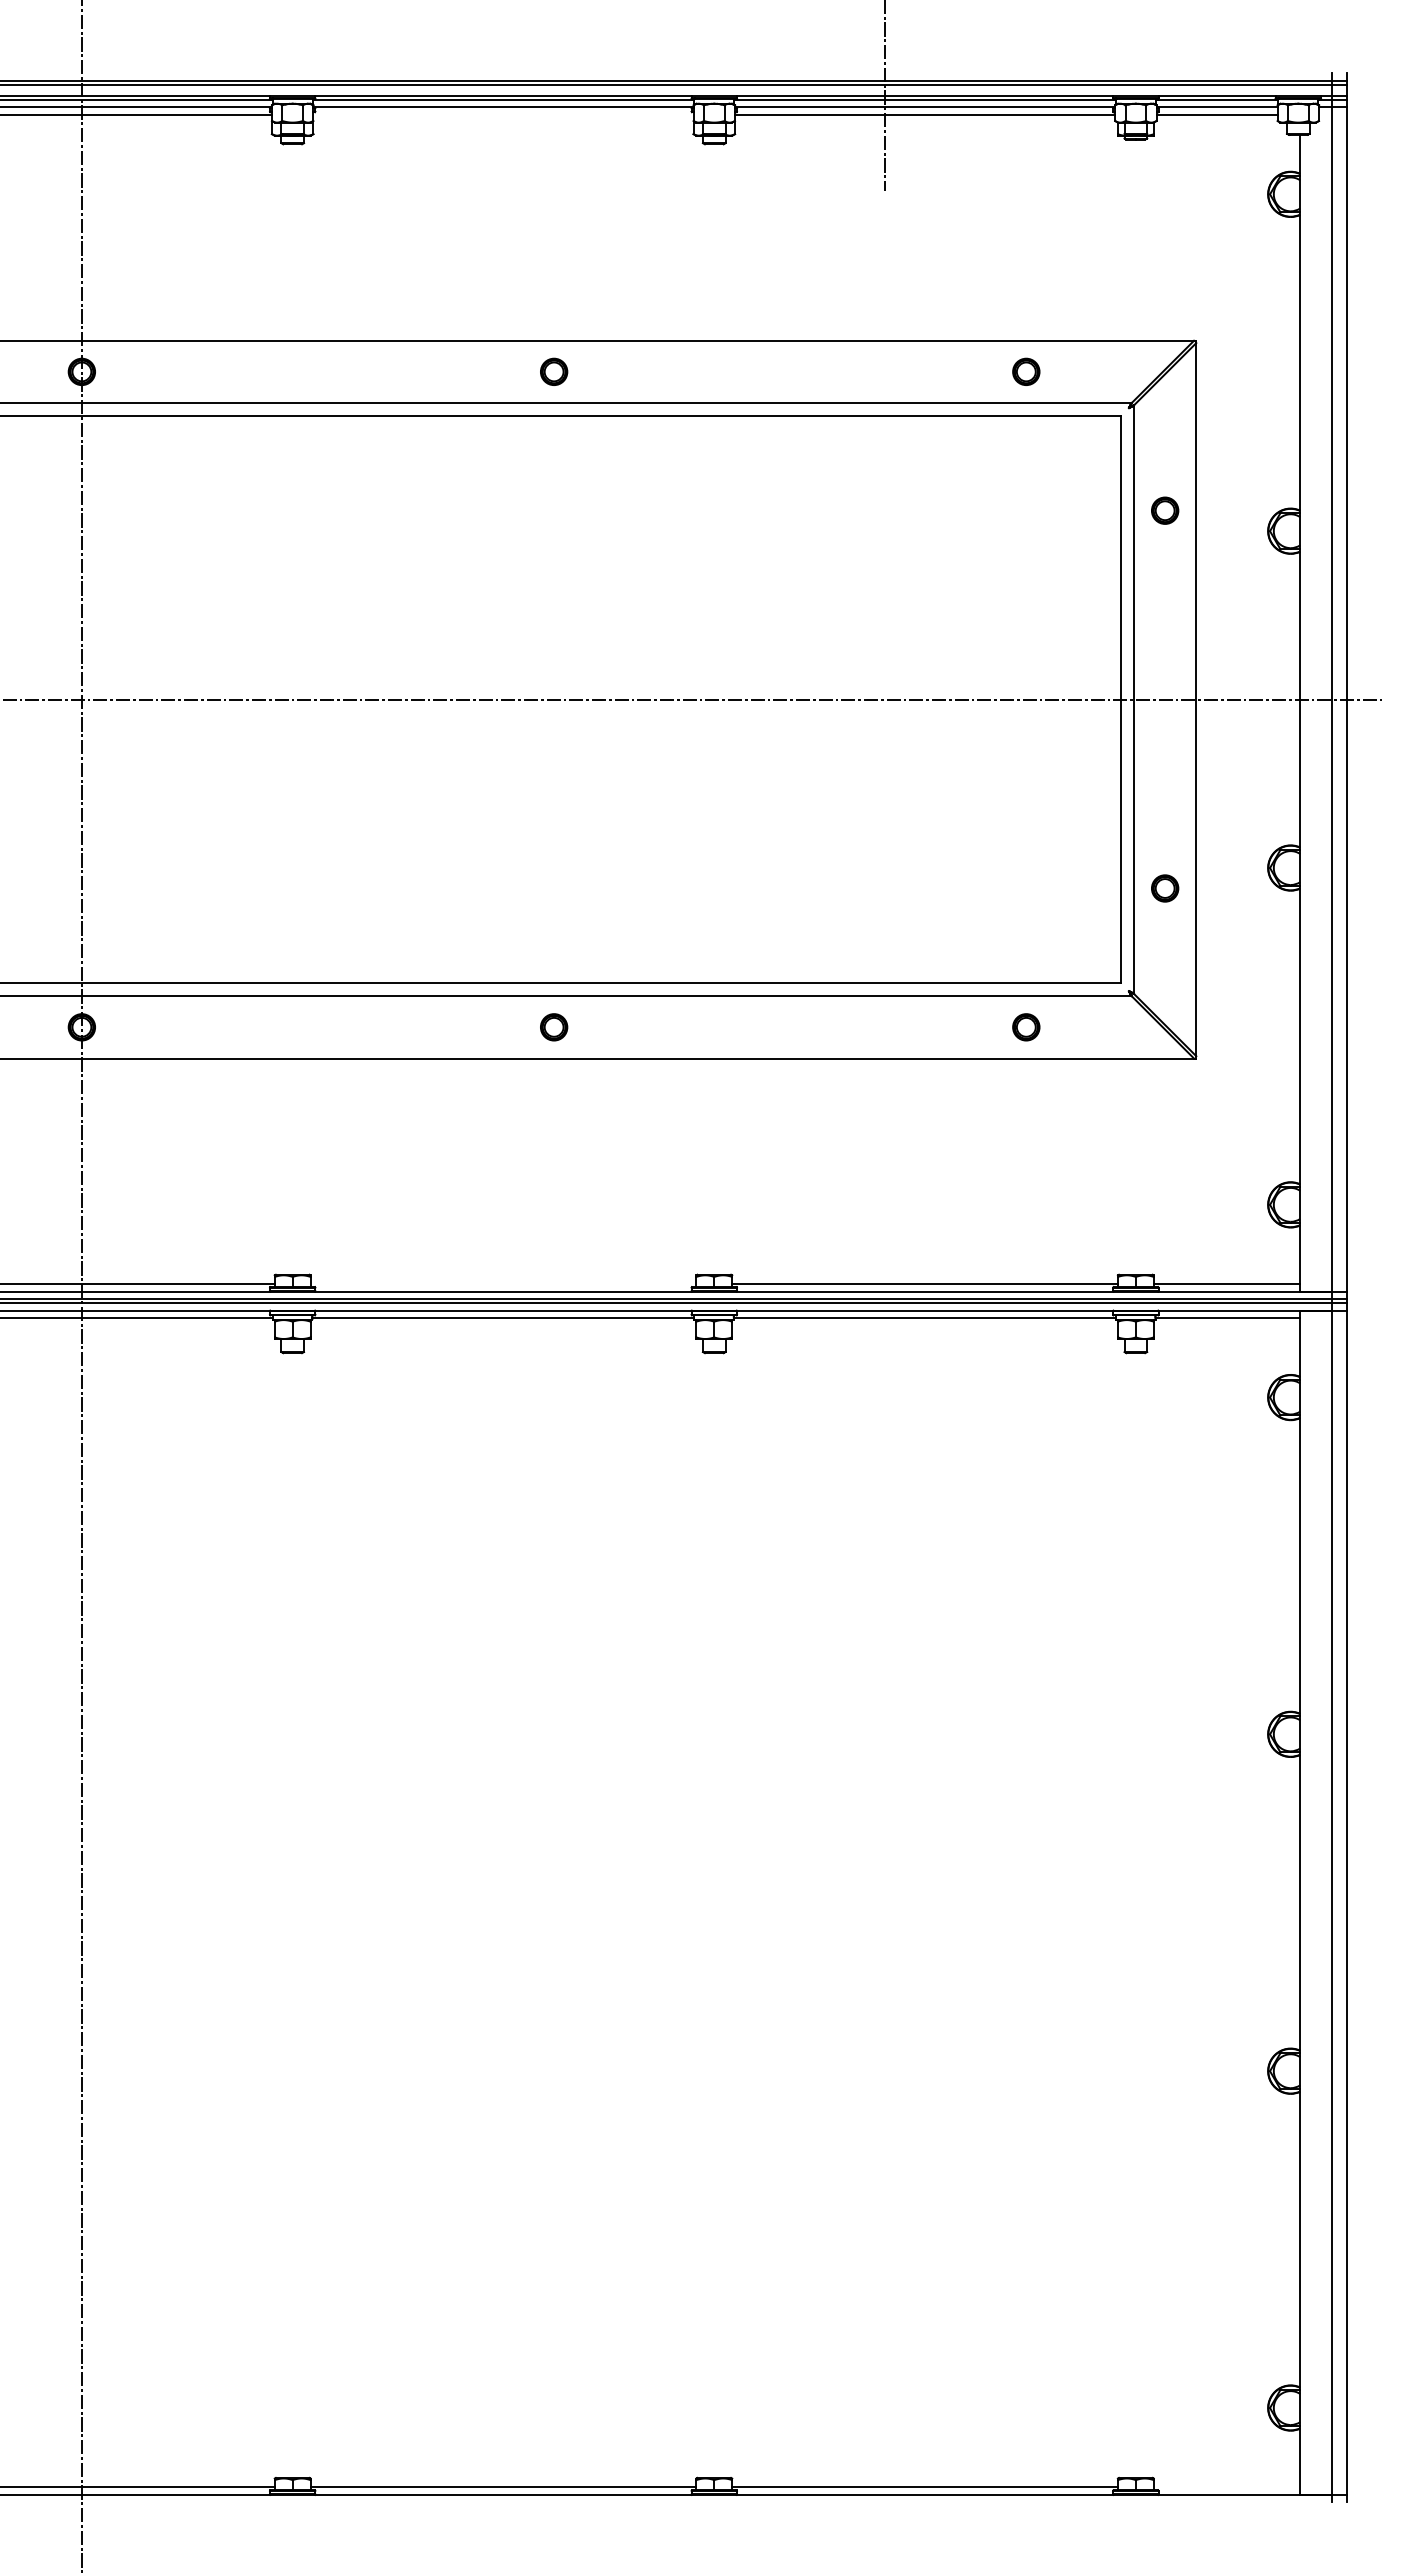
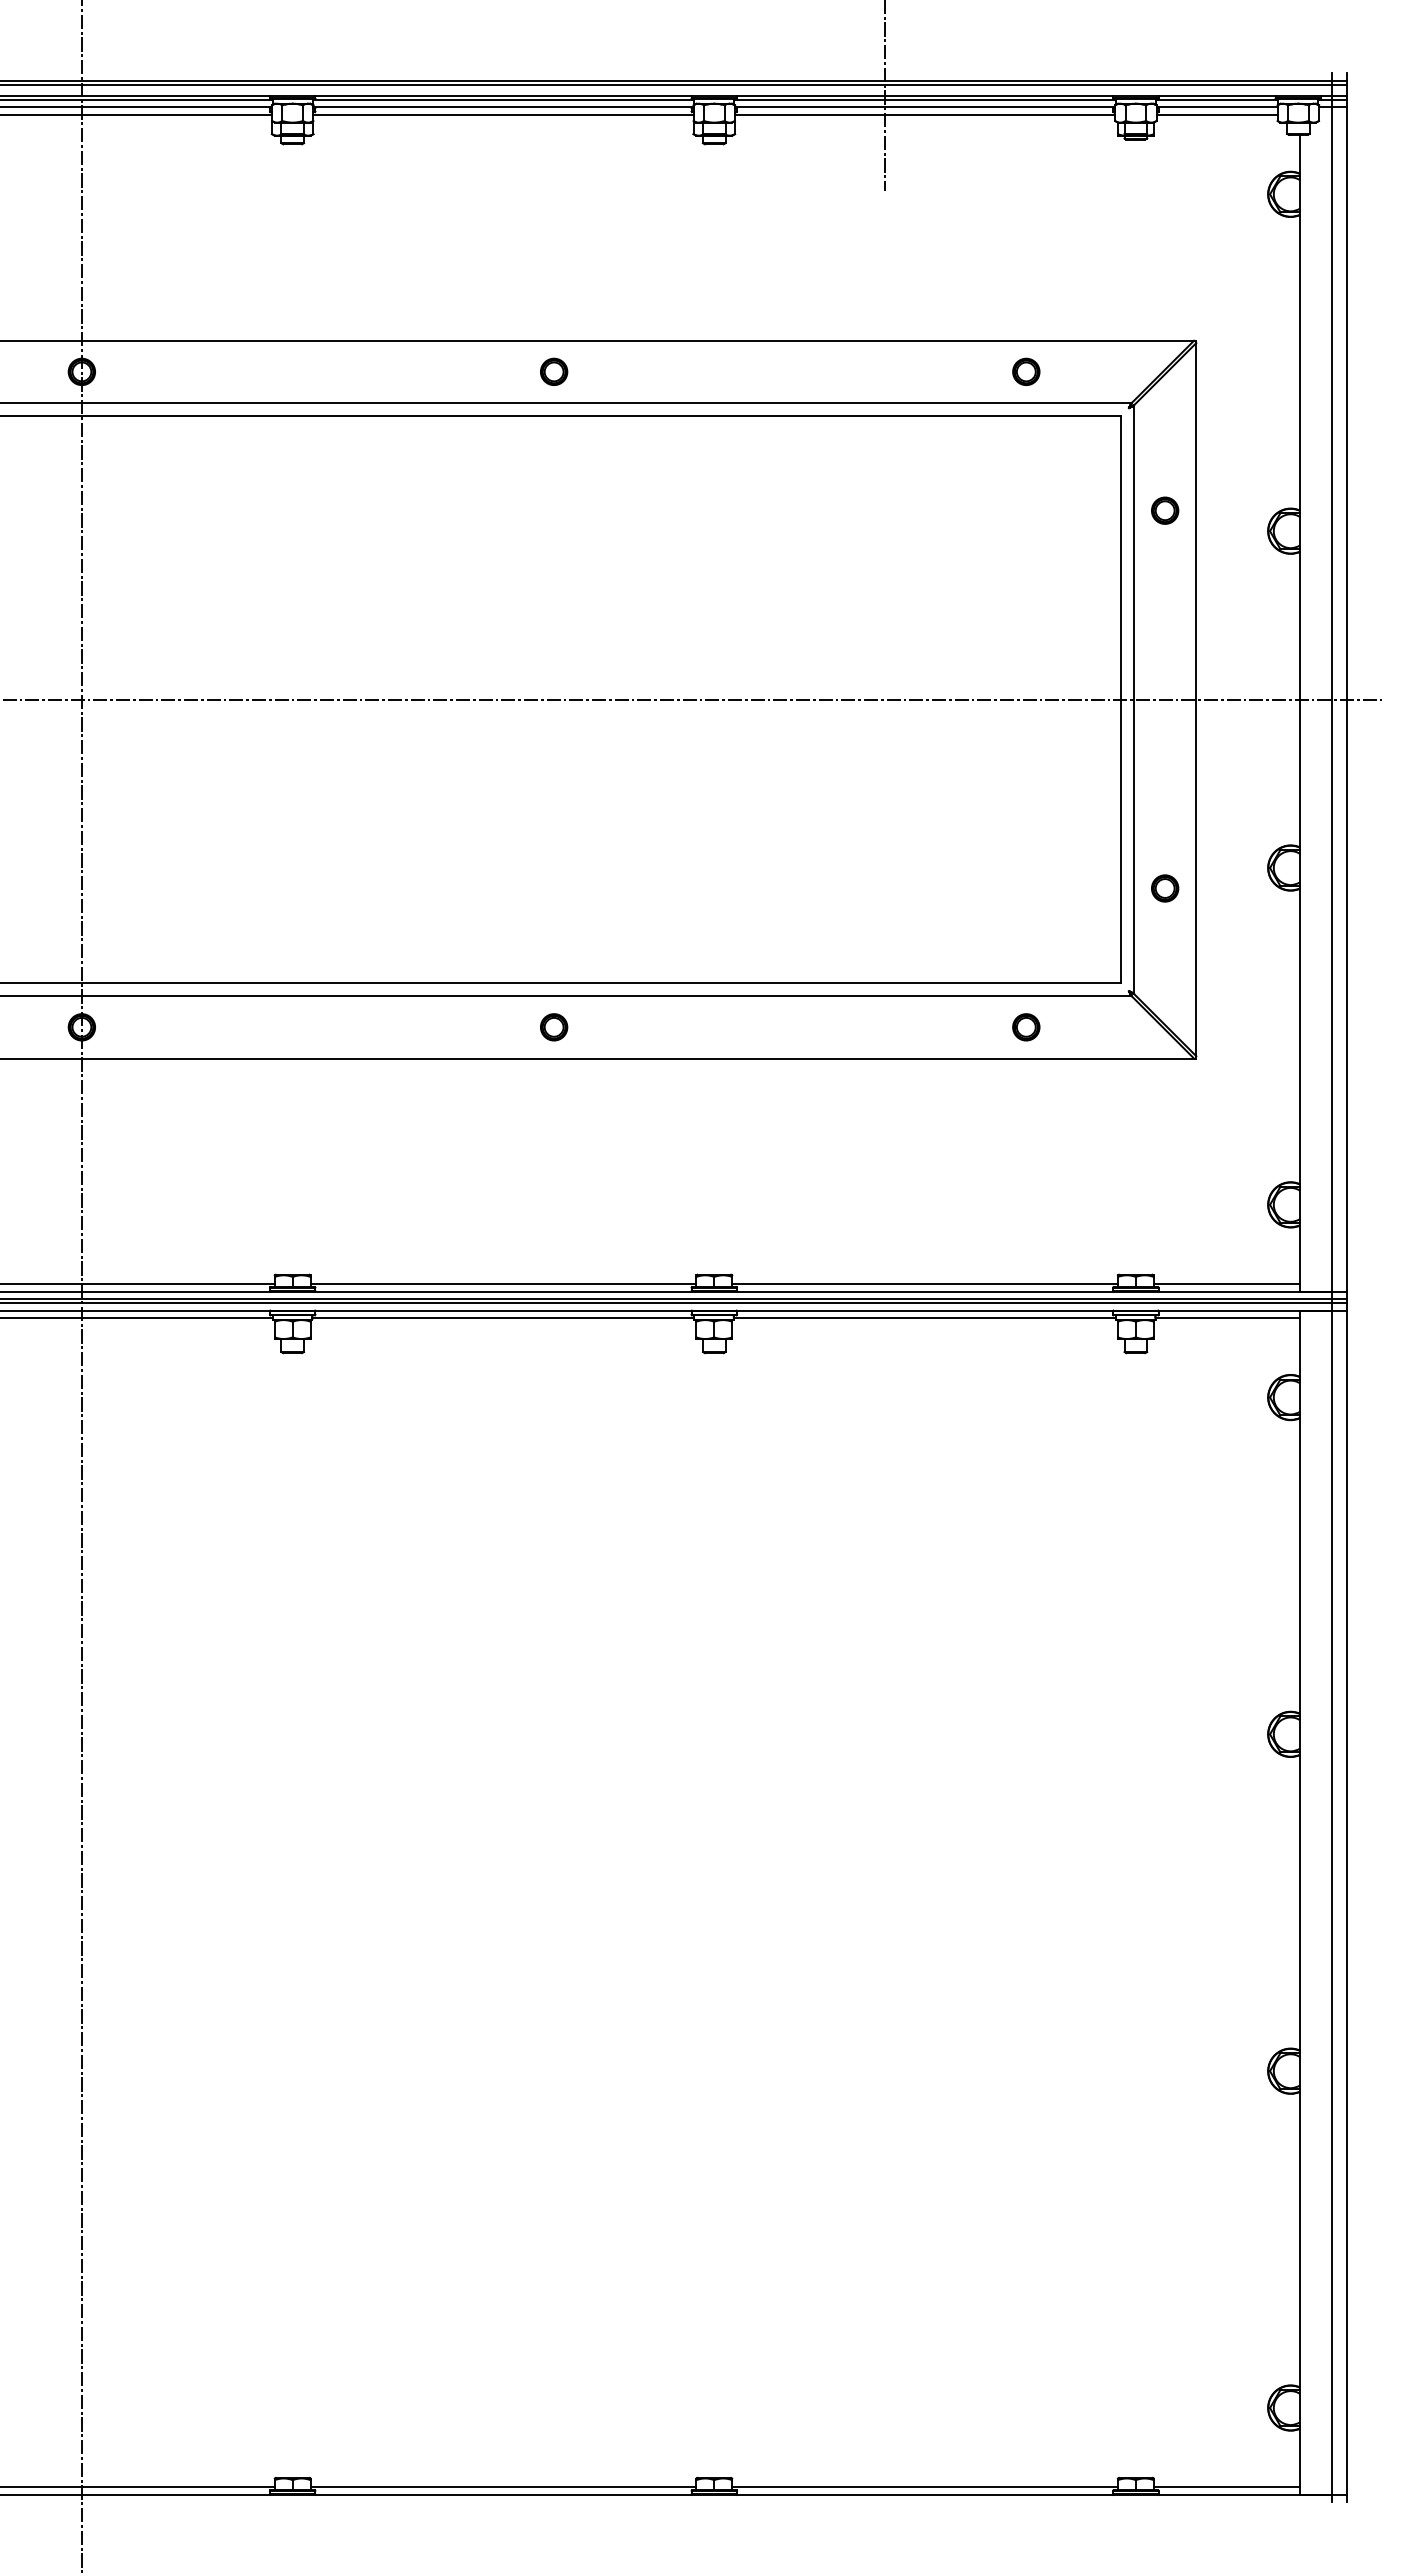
line at (503, 115): none -> present
line at (503, 1284): none -> present
line at (1226, 2487): none -> present
